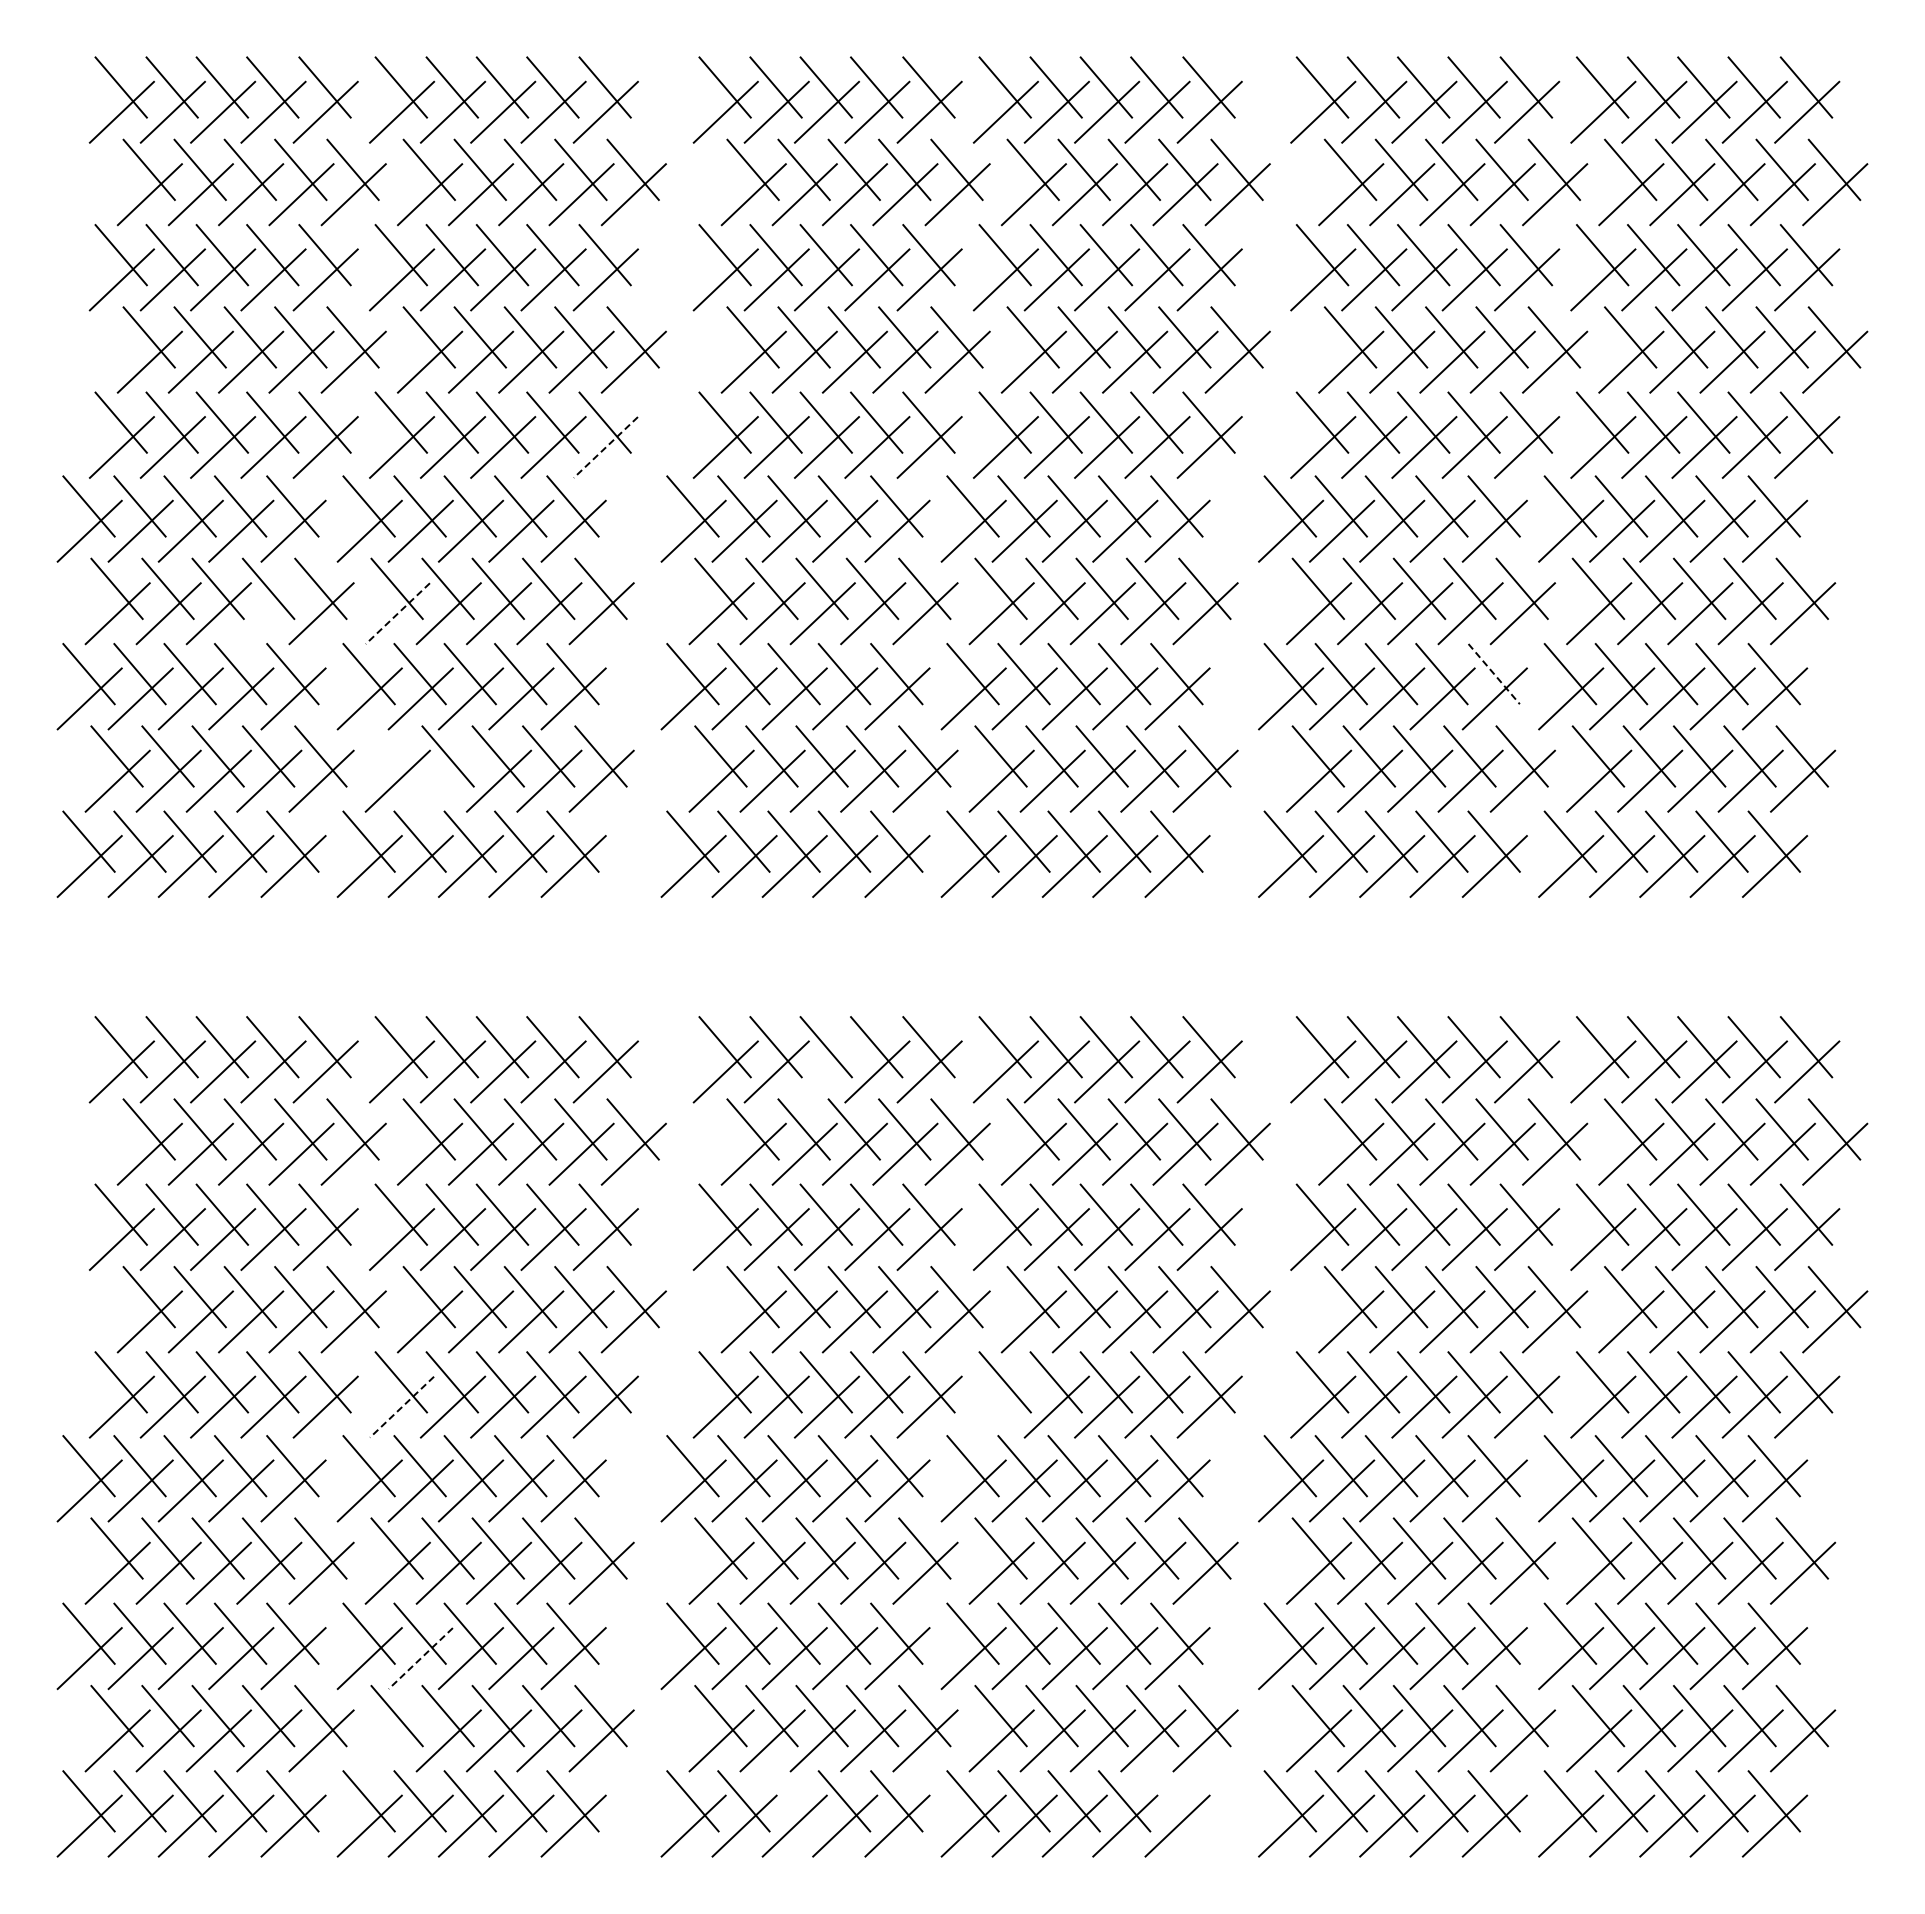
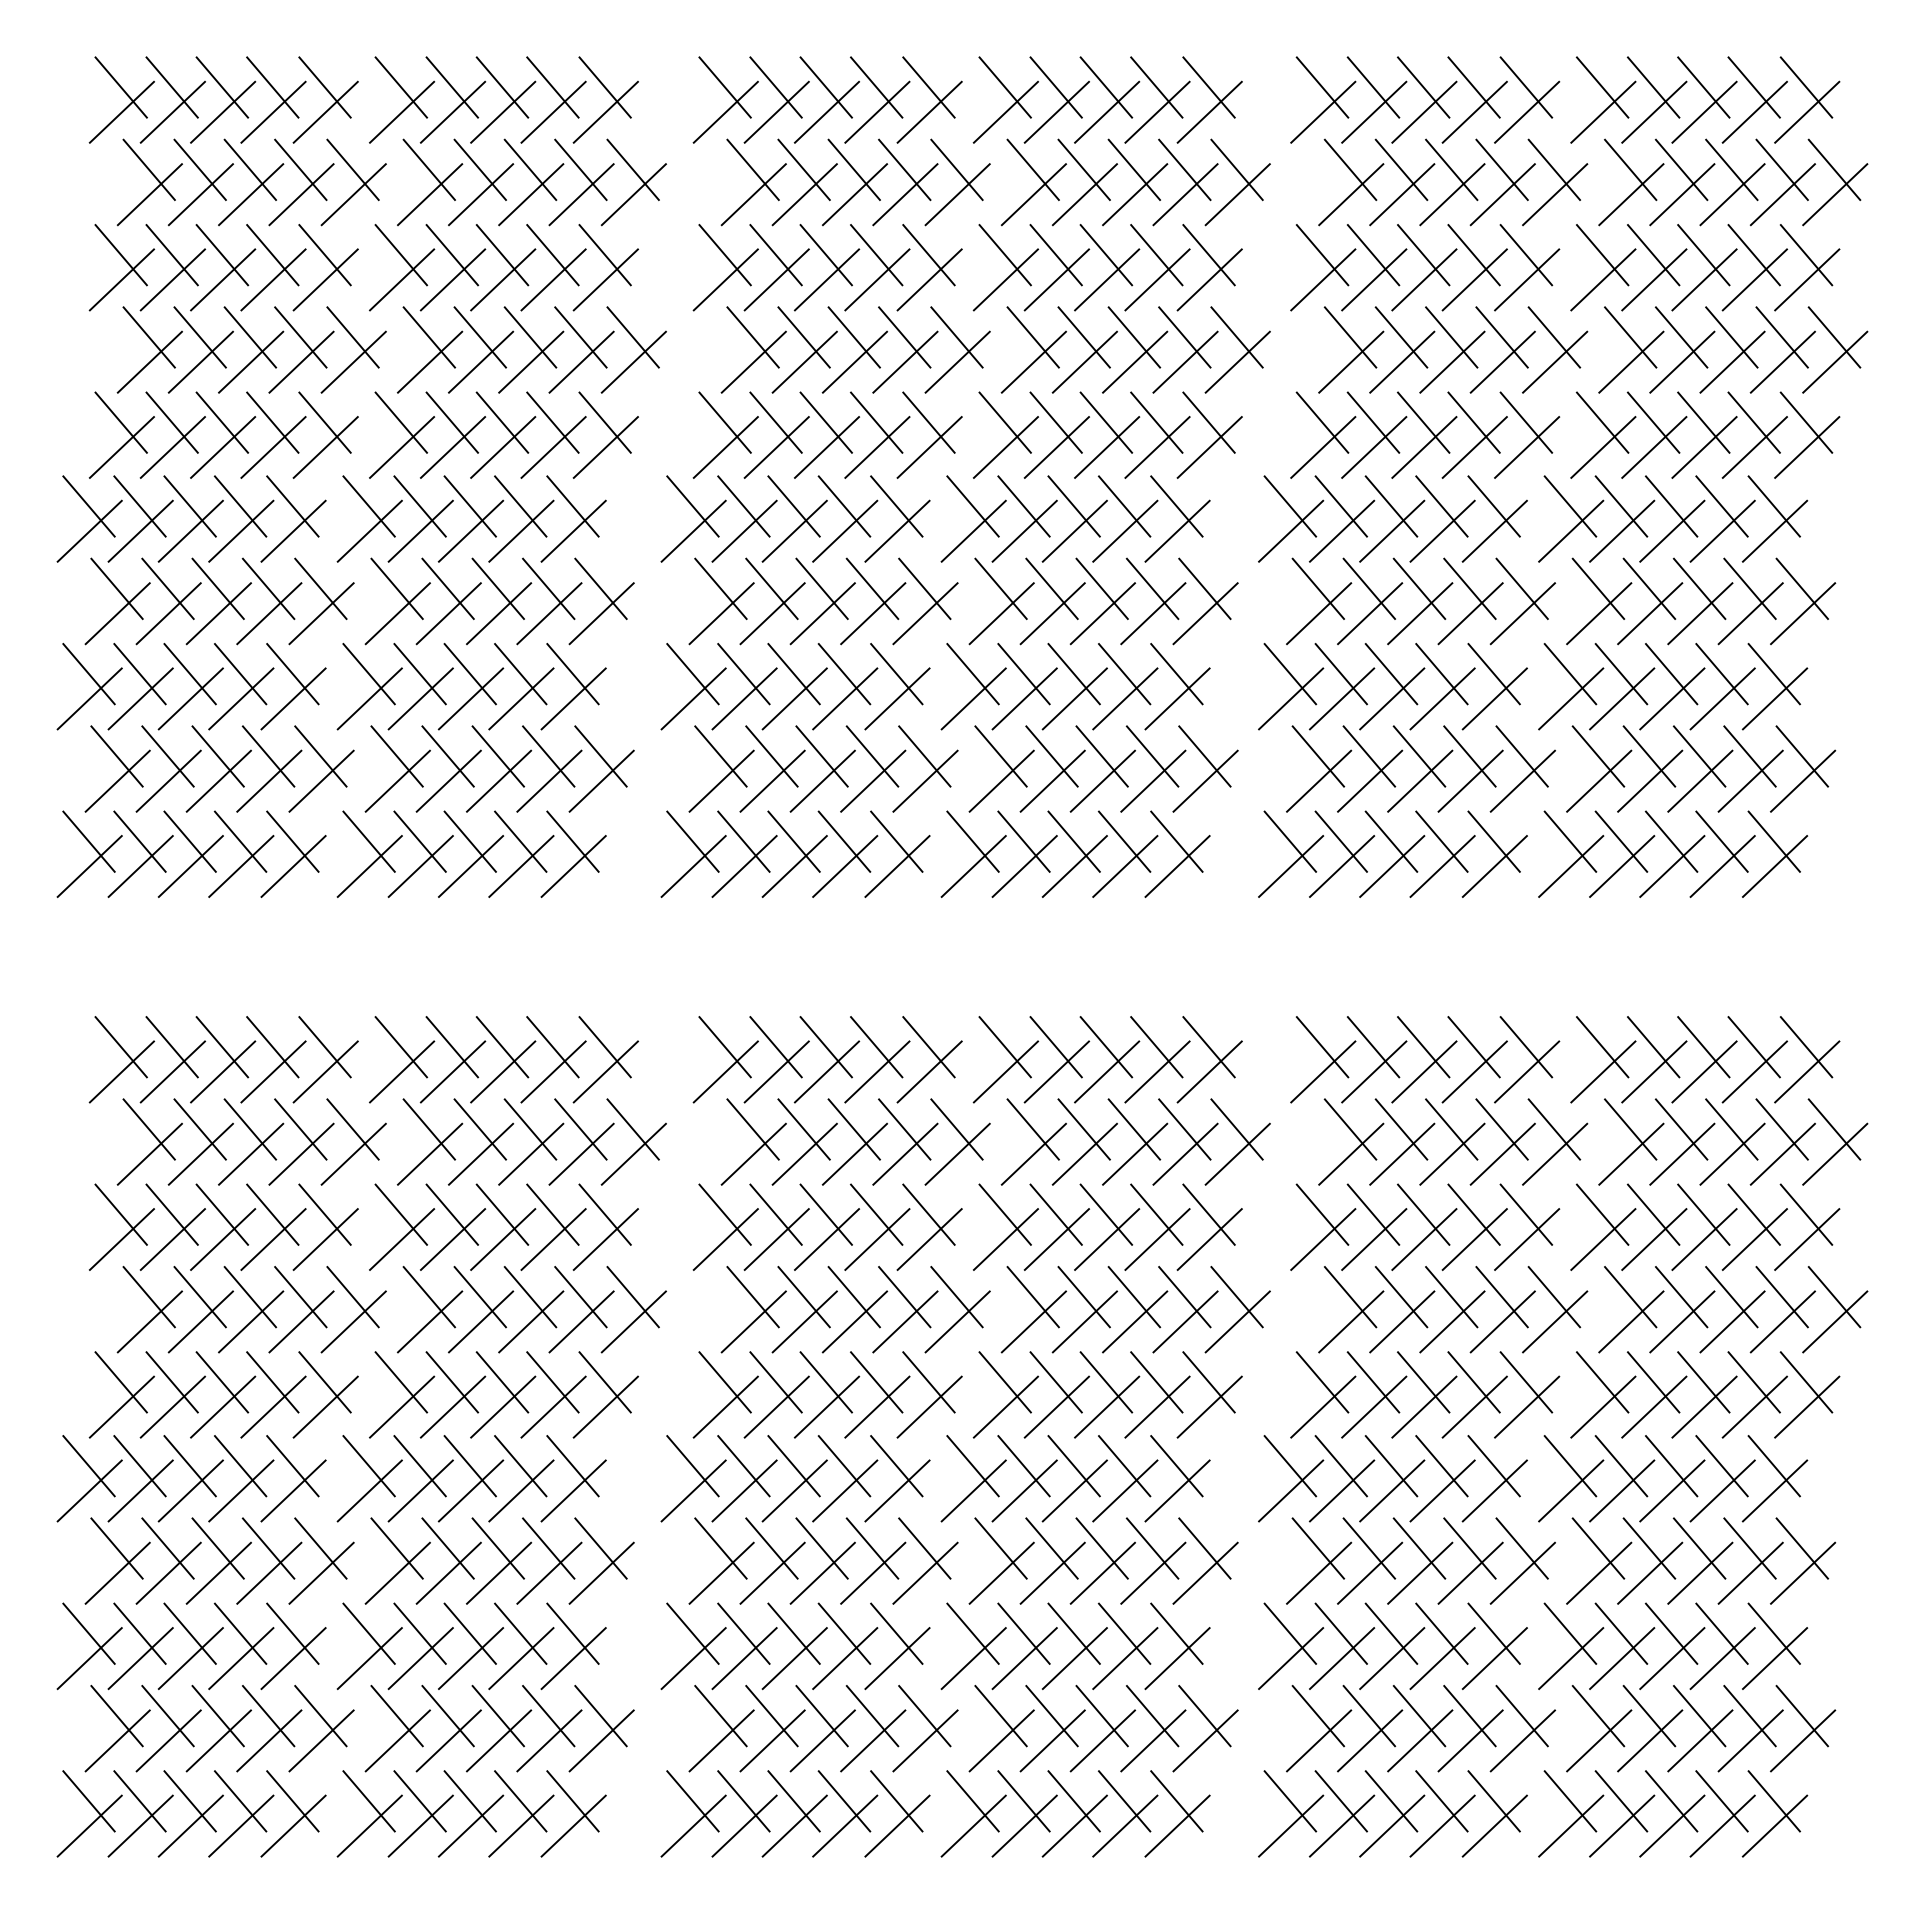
line at (605, 447): dashed -> solid
line at (269, 613): none -> present
line at (397, 614): dashed -> solid
line at (1494, 674): dashed -> solid
line at (396, 756): none -> present
line at (448, 780): none -> present
line at (826, 1071): none -> present
line at (1005, 1406): none -> present
line at (401, 1407): dashed -> solid
line at (420, 1658): dashed -> solid
line at (397, 1740): none -> present
line at (793, 1801): none -> present
line at (1176, 1801): none -> present
